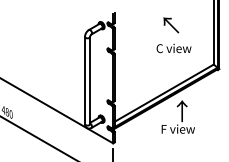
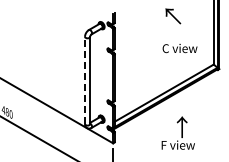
text at (171, 25) position: (171, 25) -> (173, 16)
text at (173, 48) position: (173, 48) -> (179, 48)
line at (85, 80): solid -> dashed
text at (177, 116) position: (177, 116) -> (177, 132)
